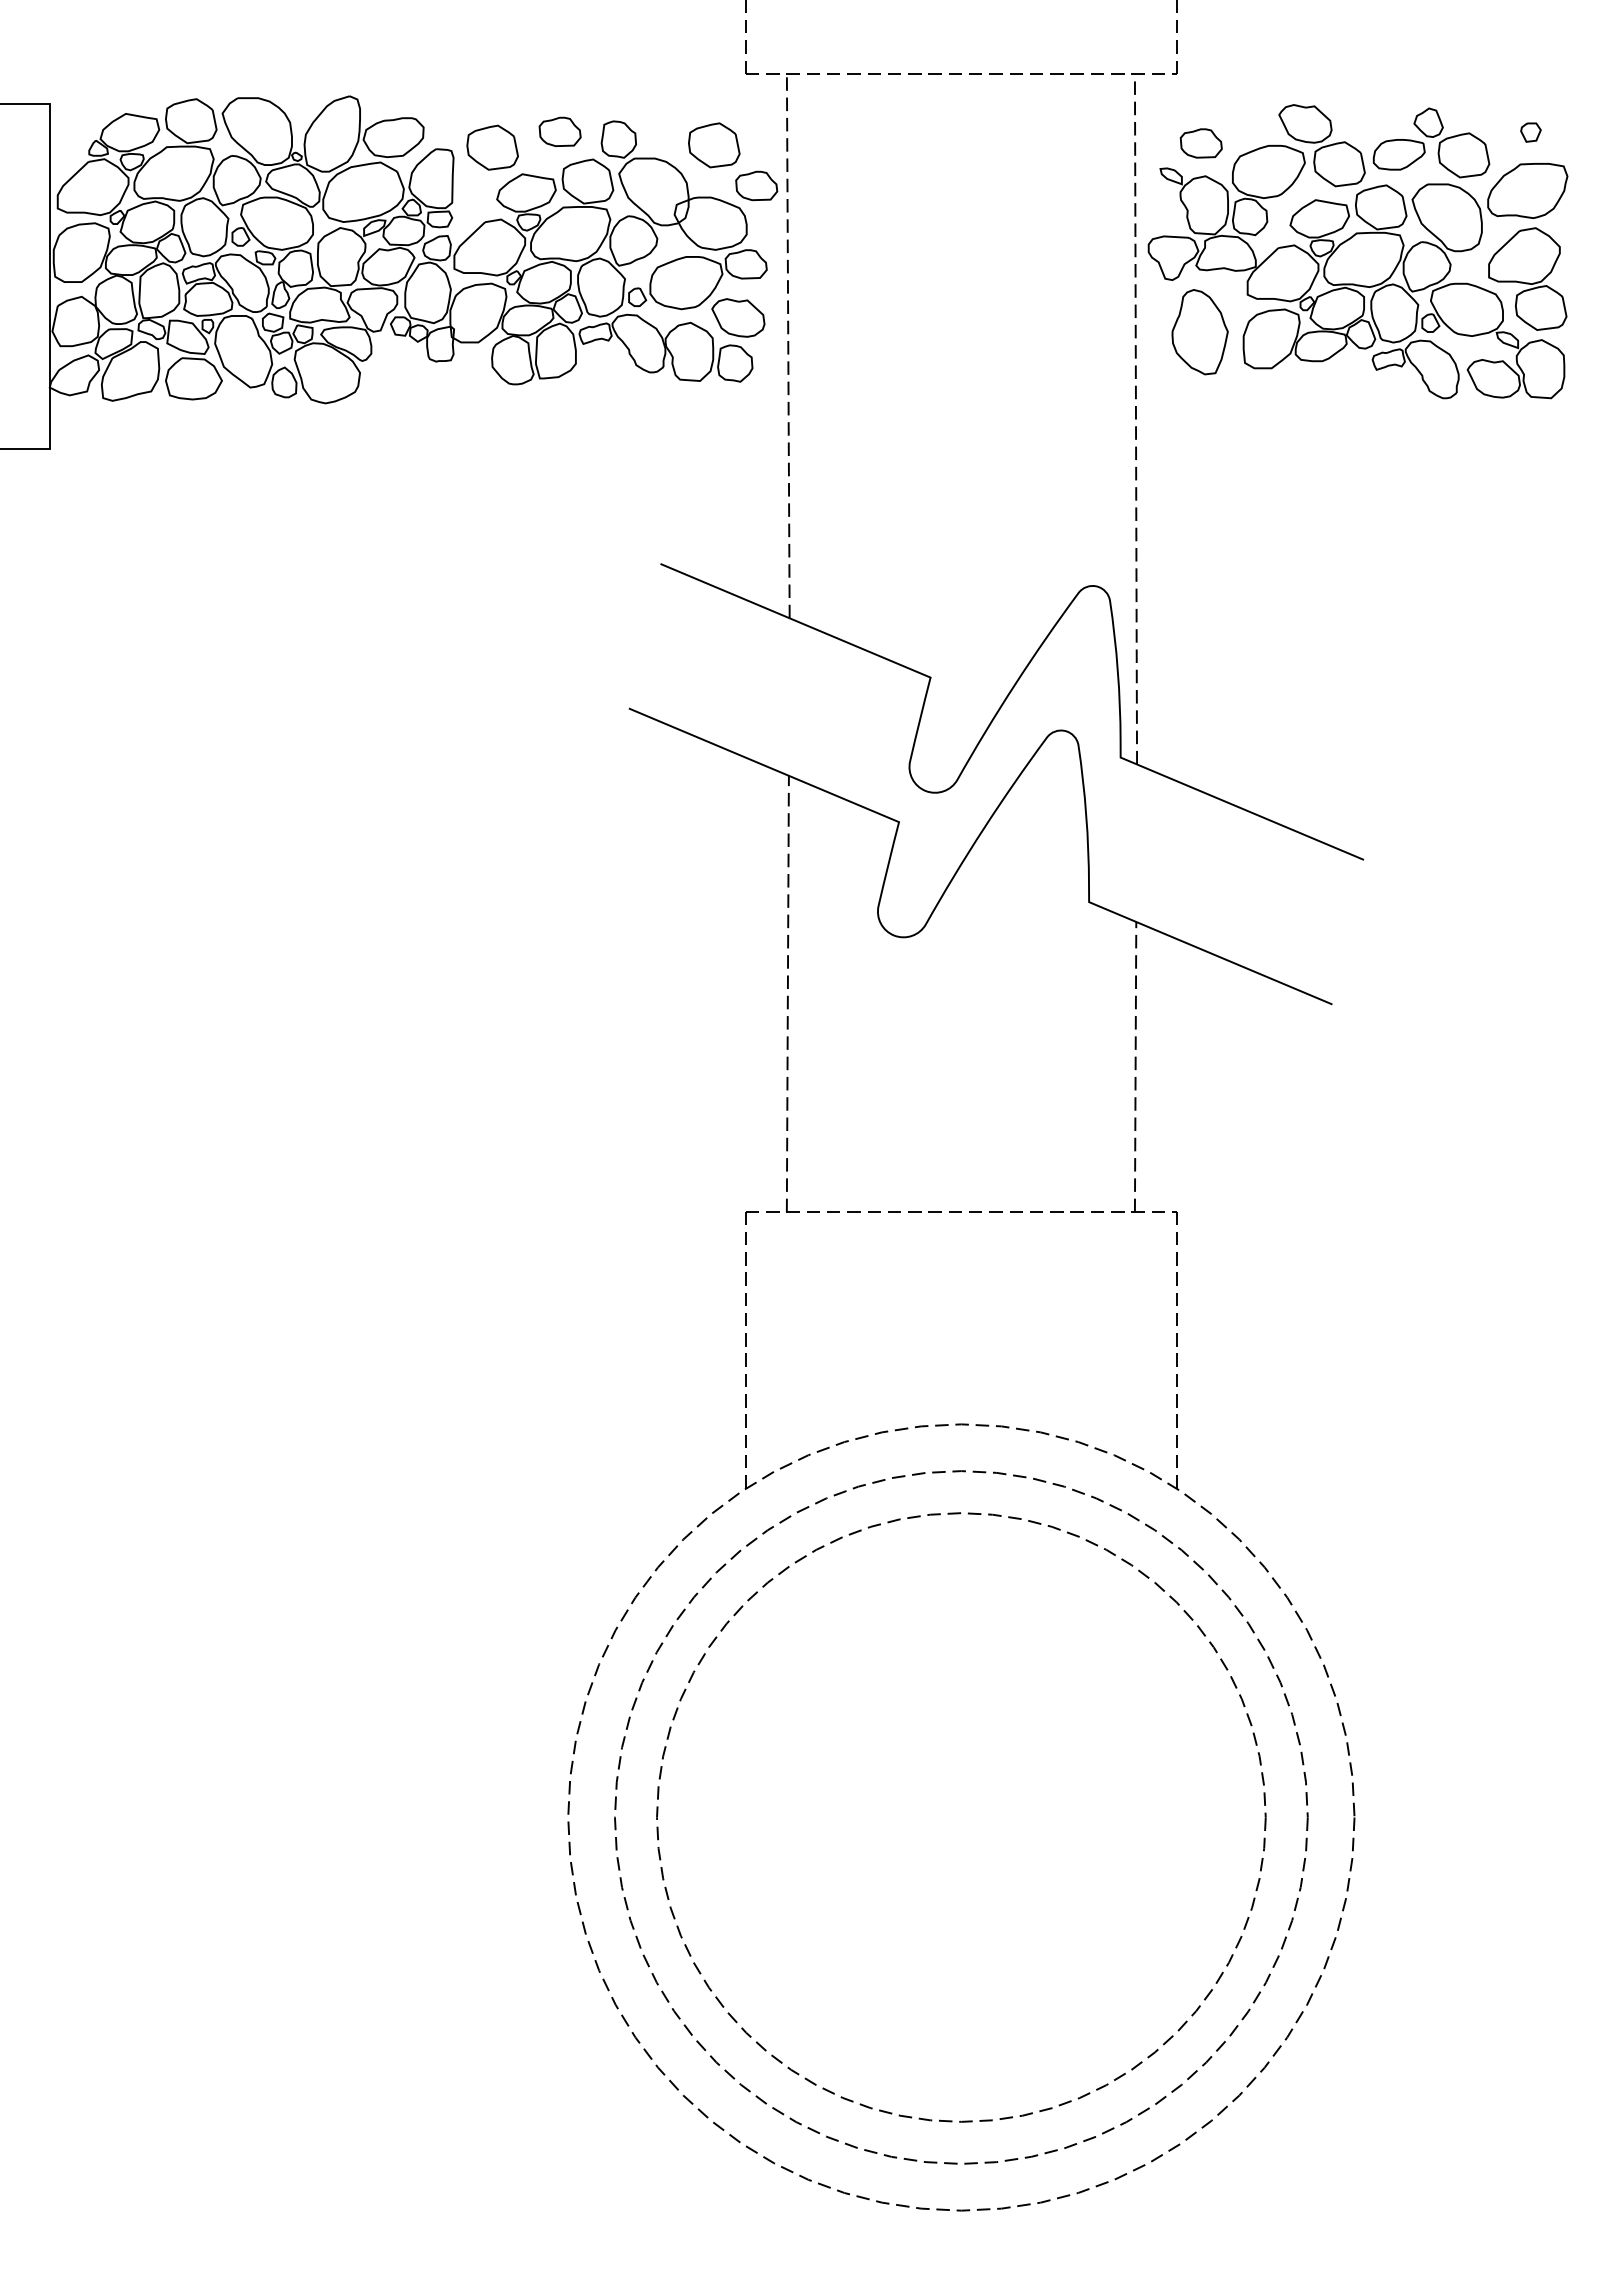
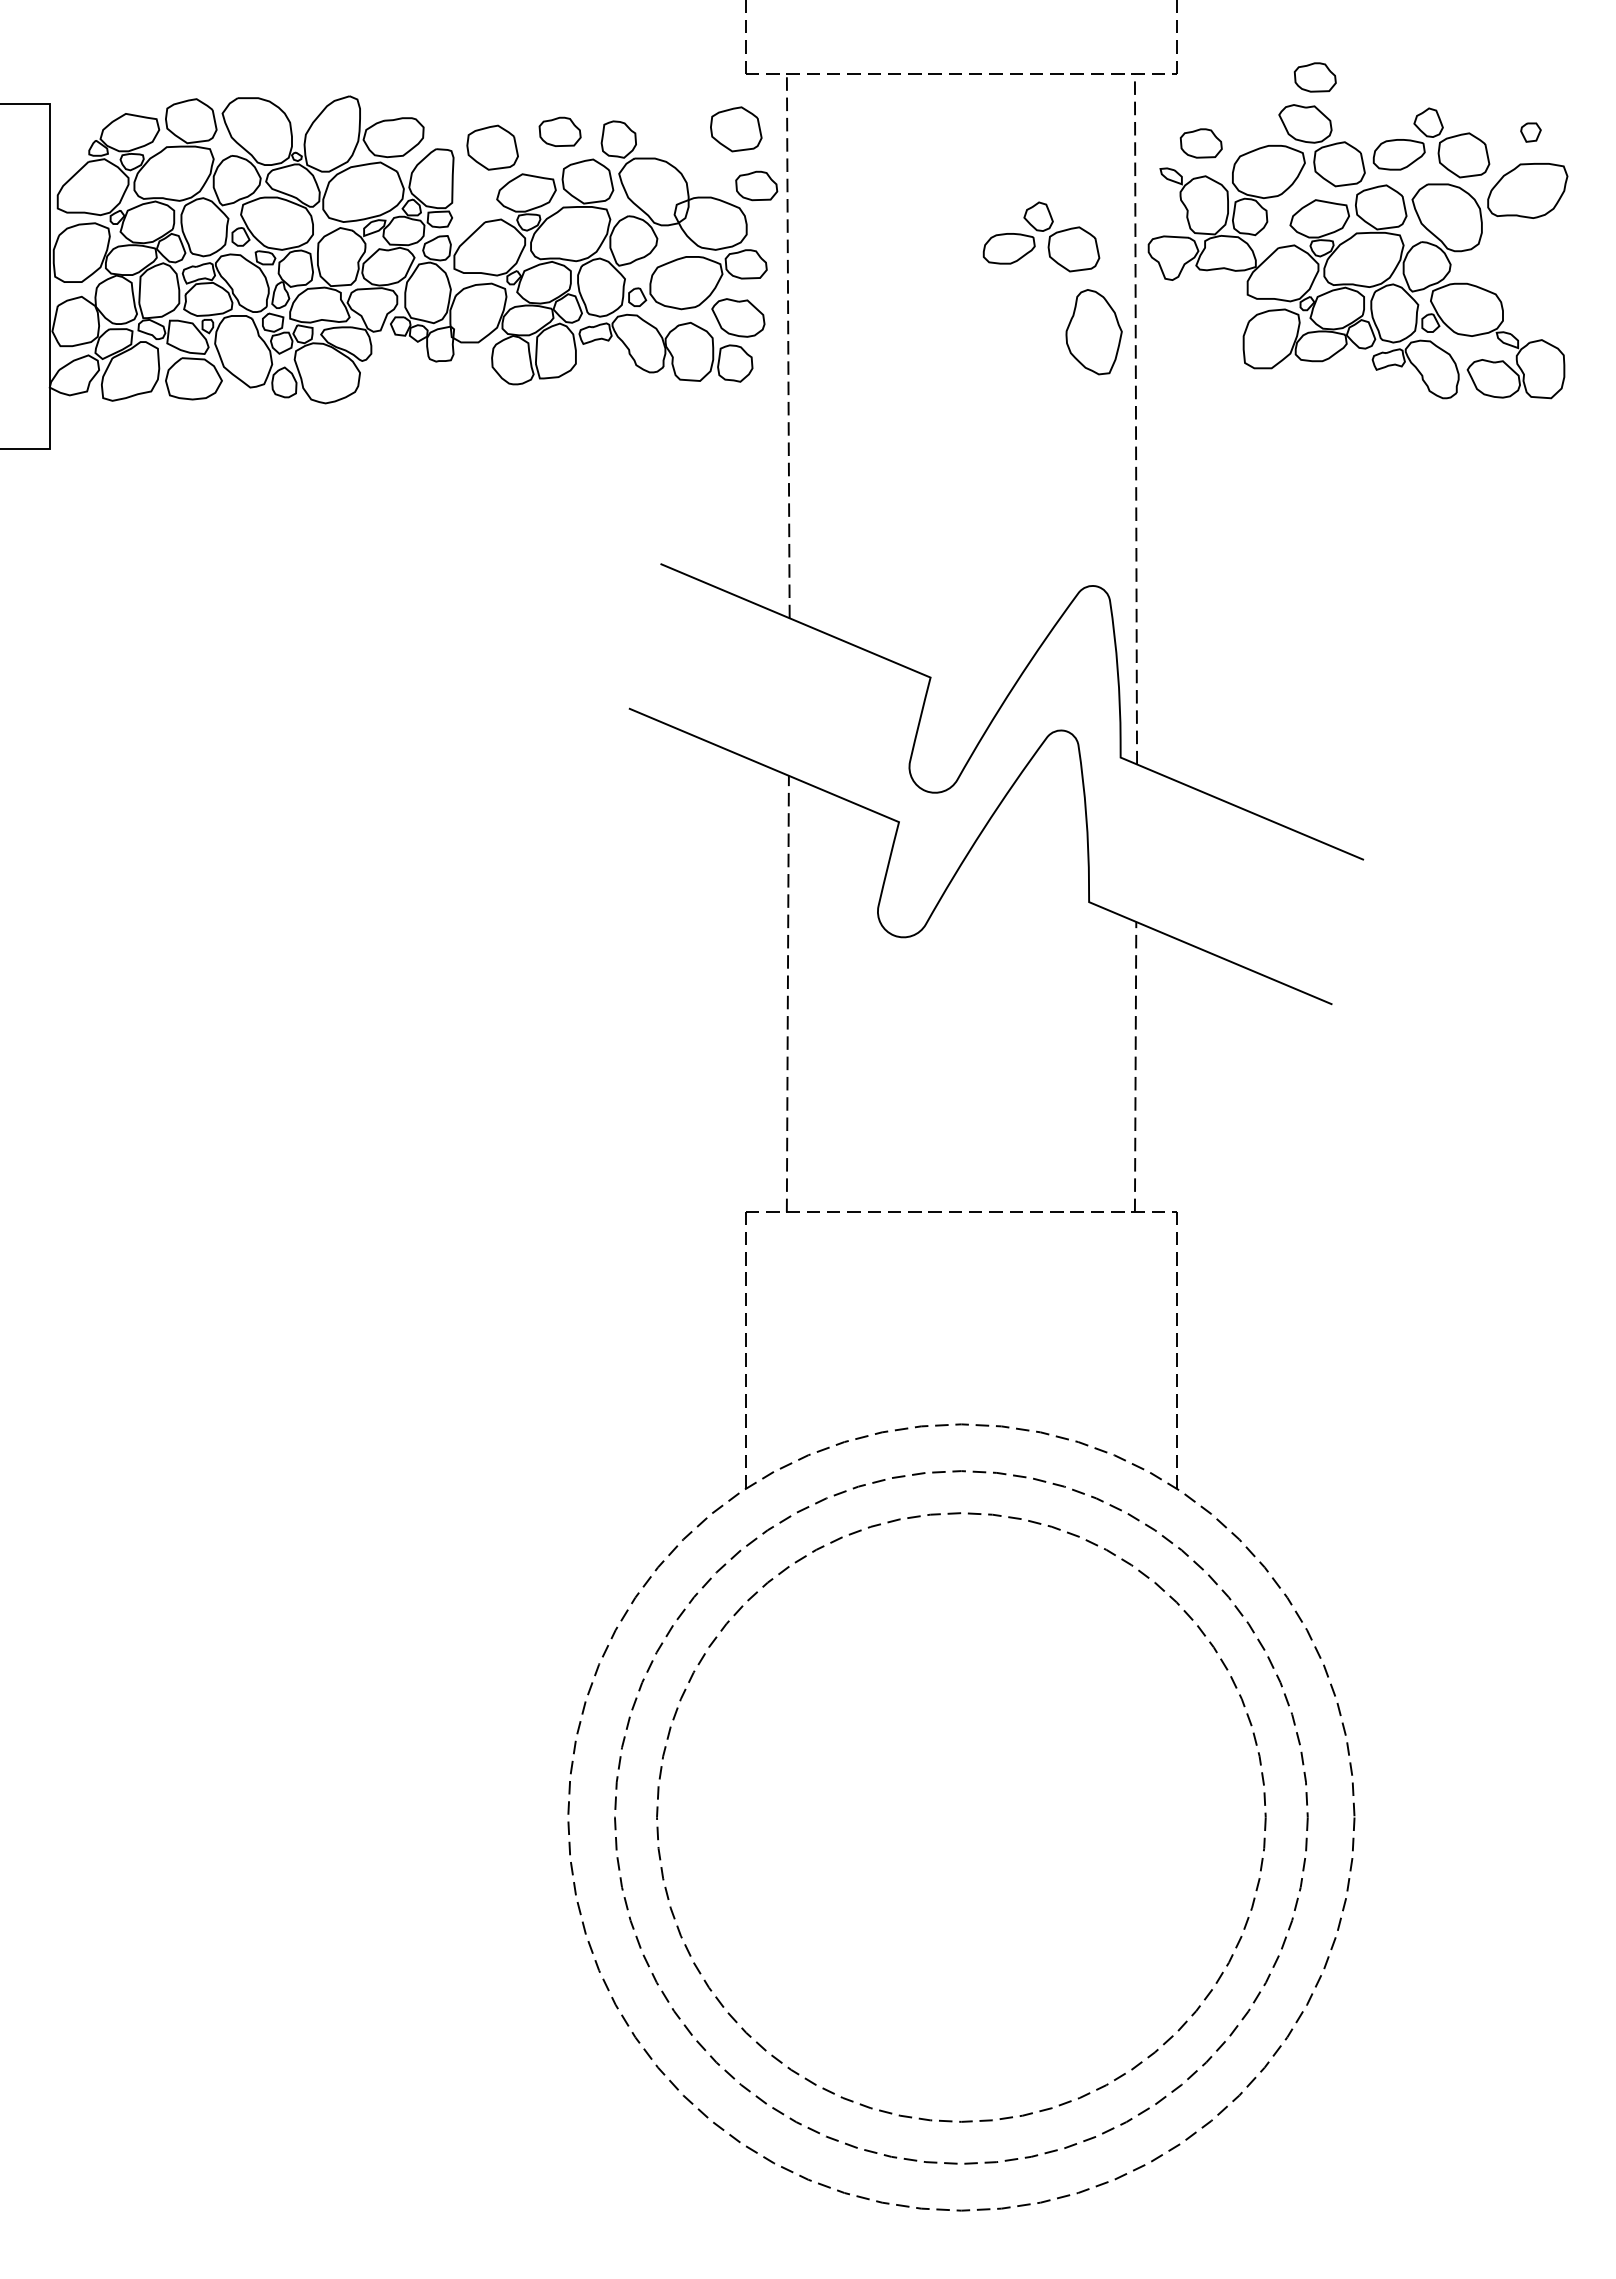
part at (1314, 77): none -> present
part at (714, 145) position: (714, 145) -> (736, 129)
part at (1041, 236): none -> present
part at (1527, 278): present -> none
part at (1199, 332) position: (1199, 332) -> (1093, 332)
